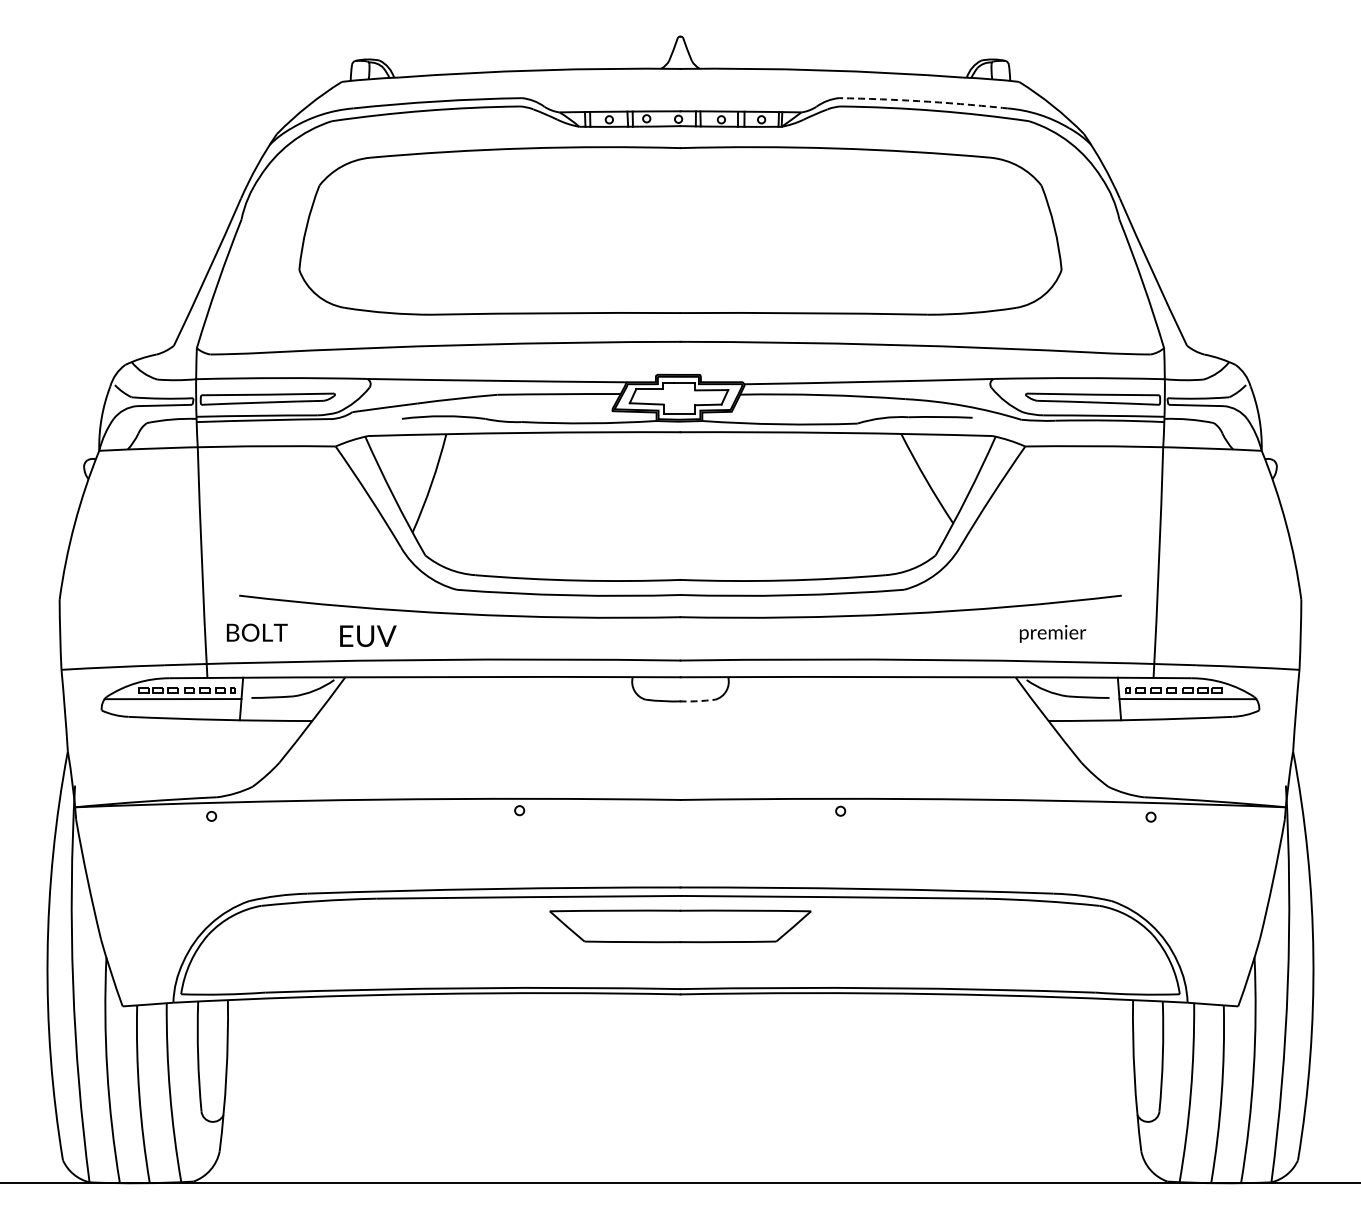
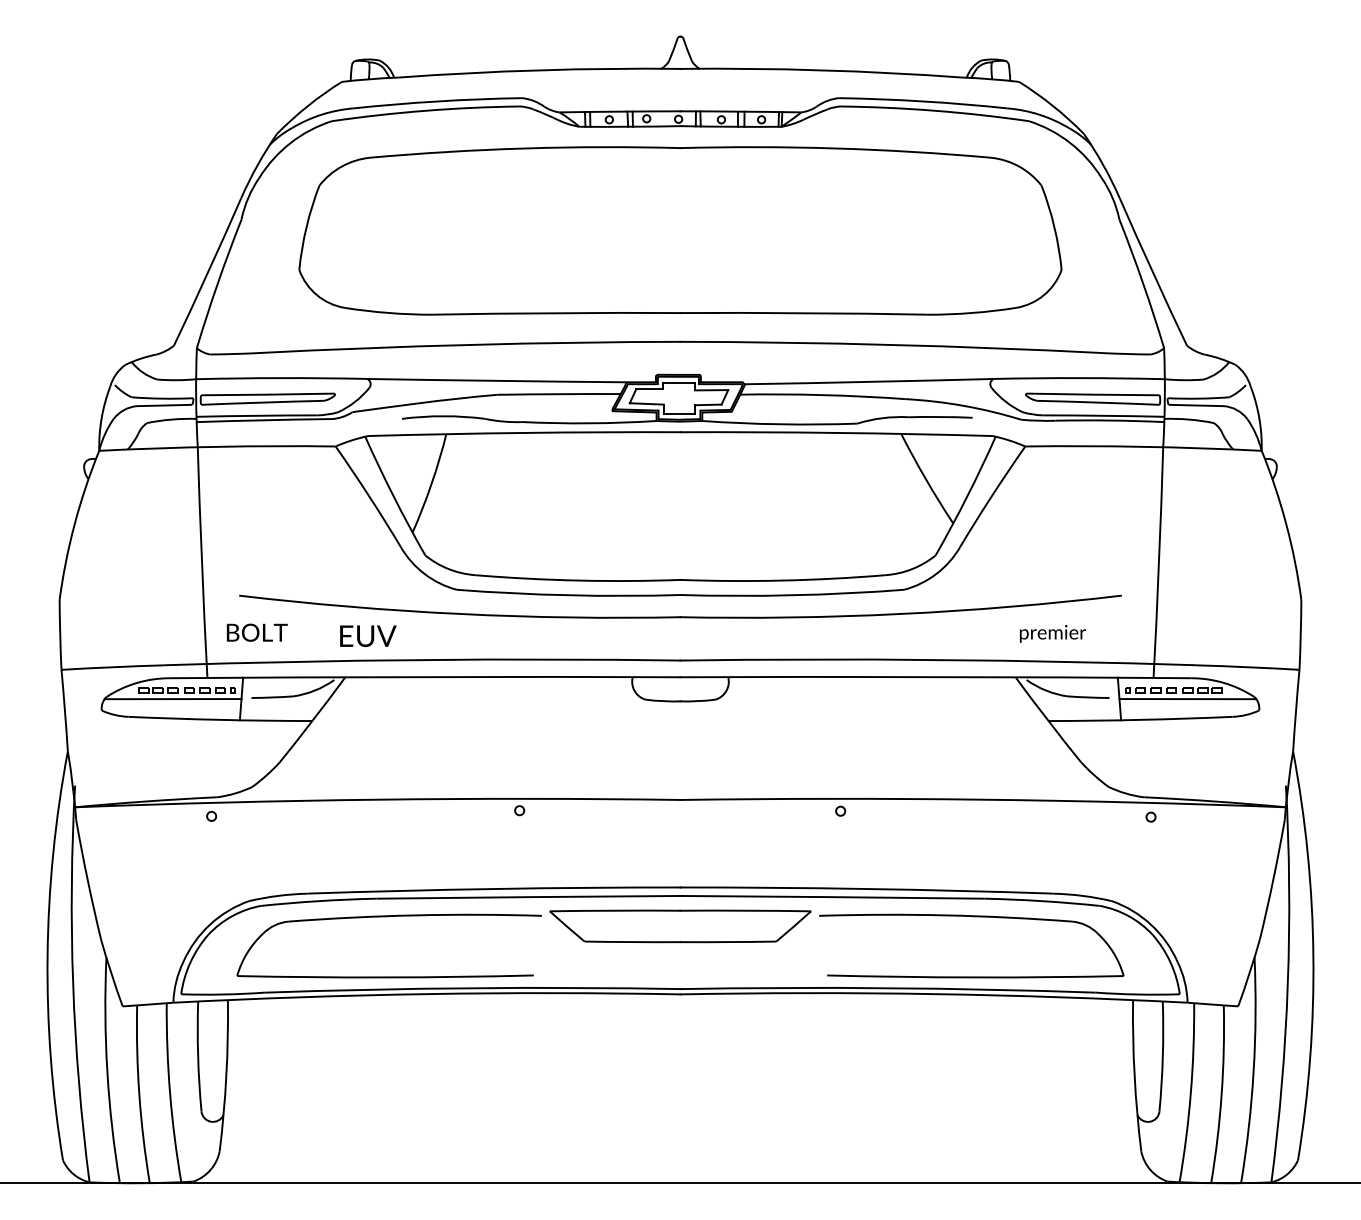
arc at (923, 101): dashed -> solid
arc at (697, 701): dashed -> solid
part at (388, 917): none -> present
part at (972, 917): none -> present
